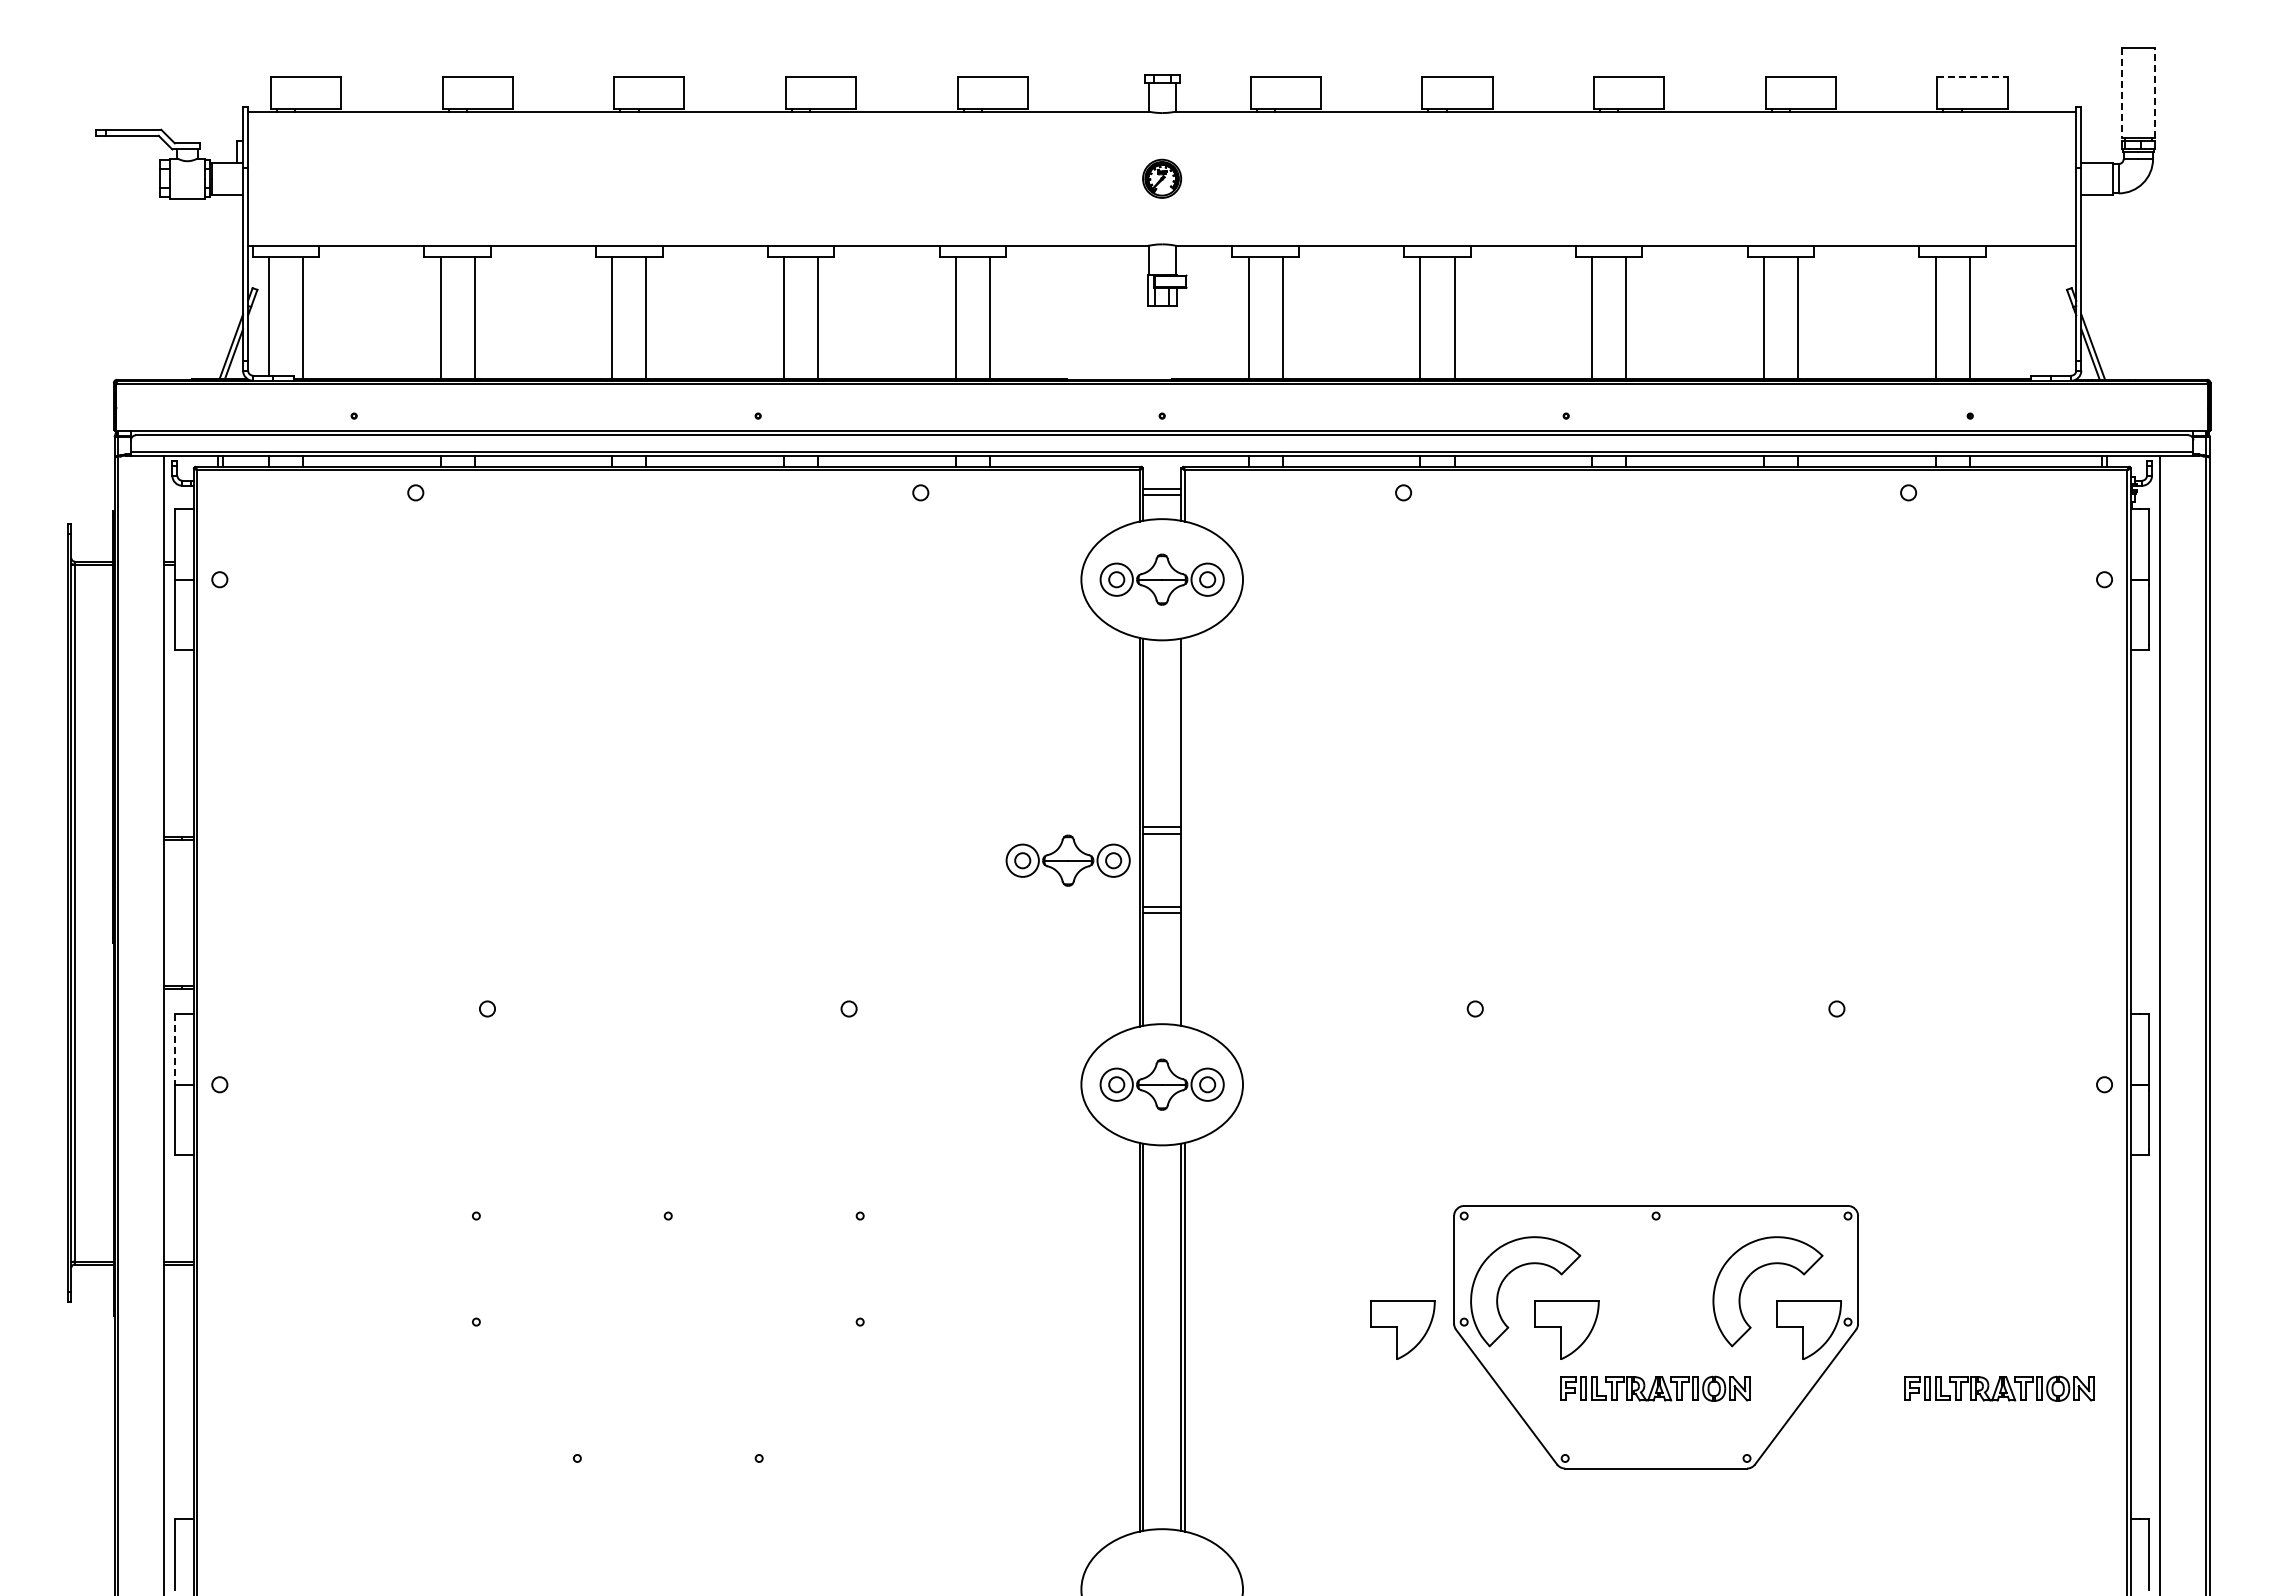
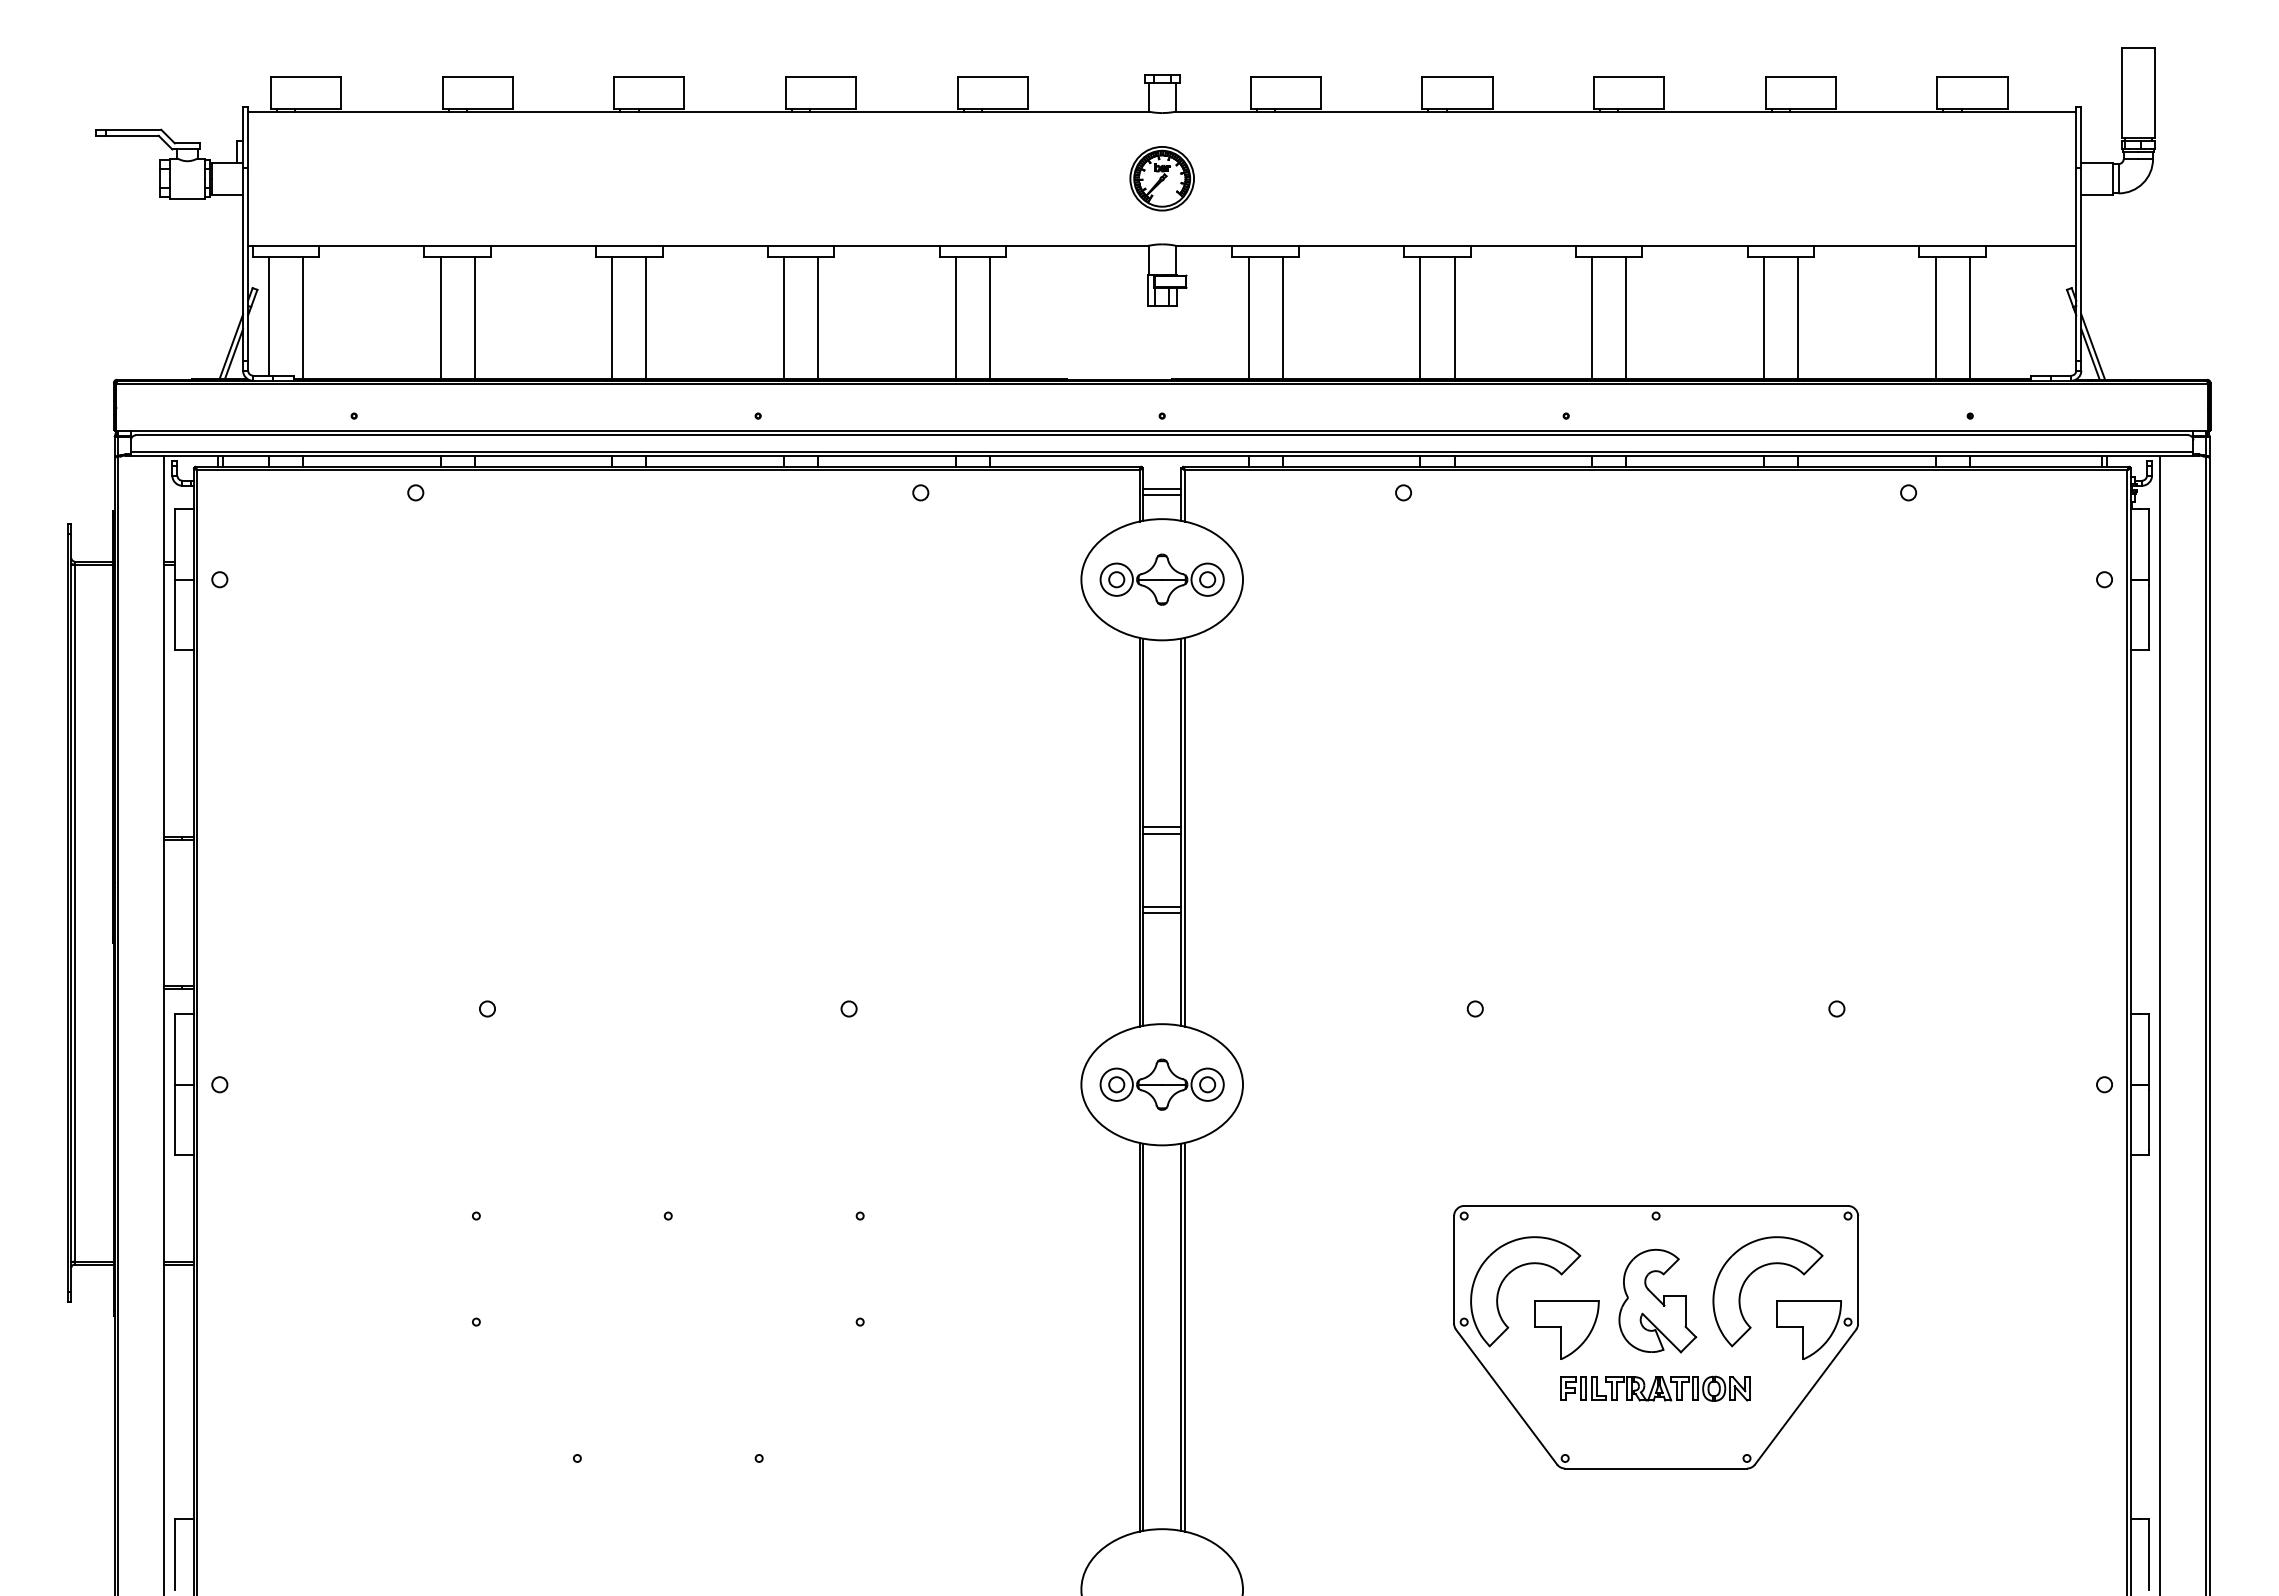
line at (1973, 76): dashed -> solid
line at (2121, 92): dashed -> solid
line at (2155, 92): dashed -> solid
part at (1162, 178) size: 41x41 px -> 66x66 px
line at (1184, 831): none -> present
part at (1067, 860): present -> none
line at (175, 1049): dashed -> solid
part at (1657, 1300): none -> present
part at (1402, 1329): present -> none
part at (1999, 1388): present -> none
